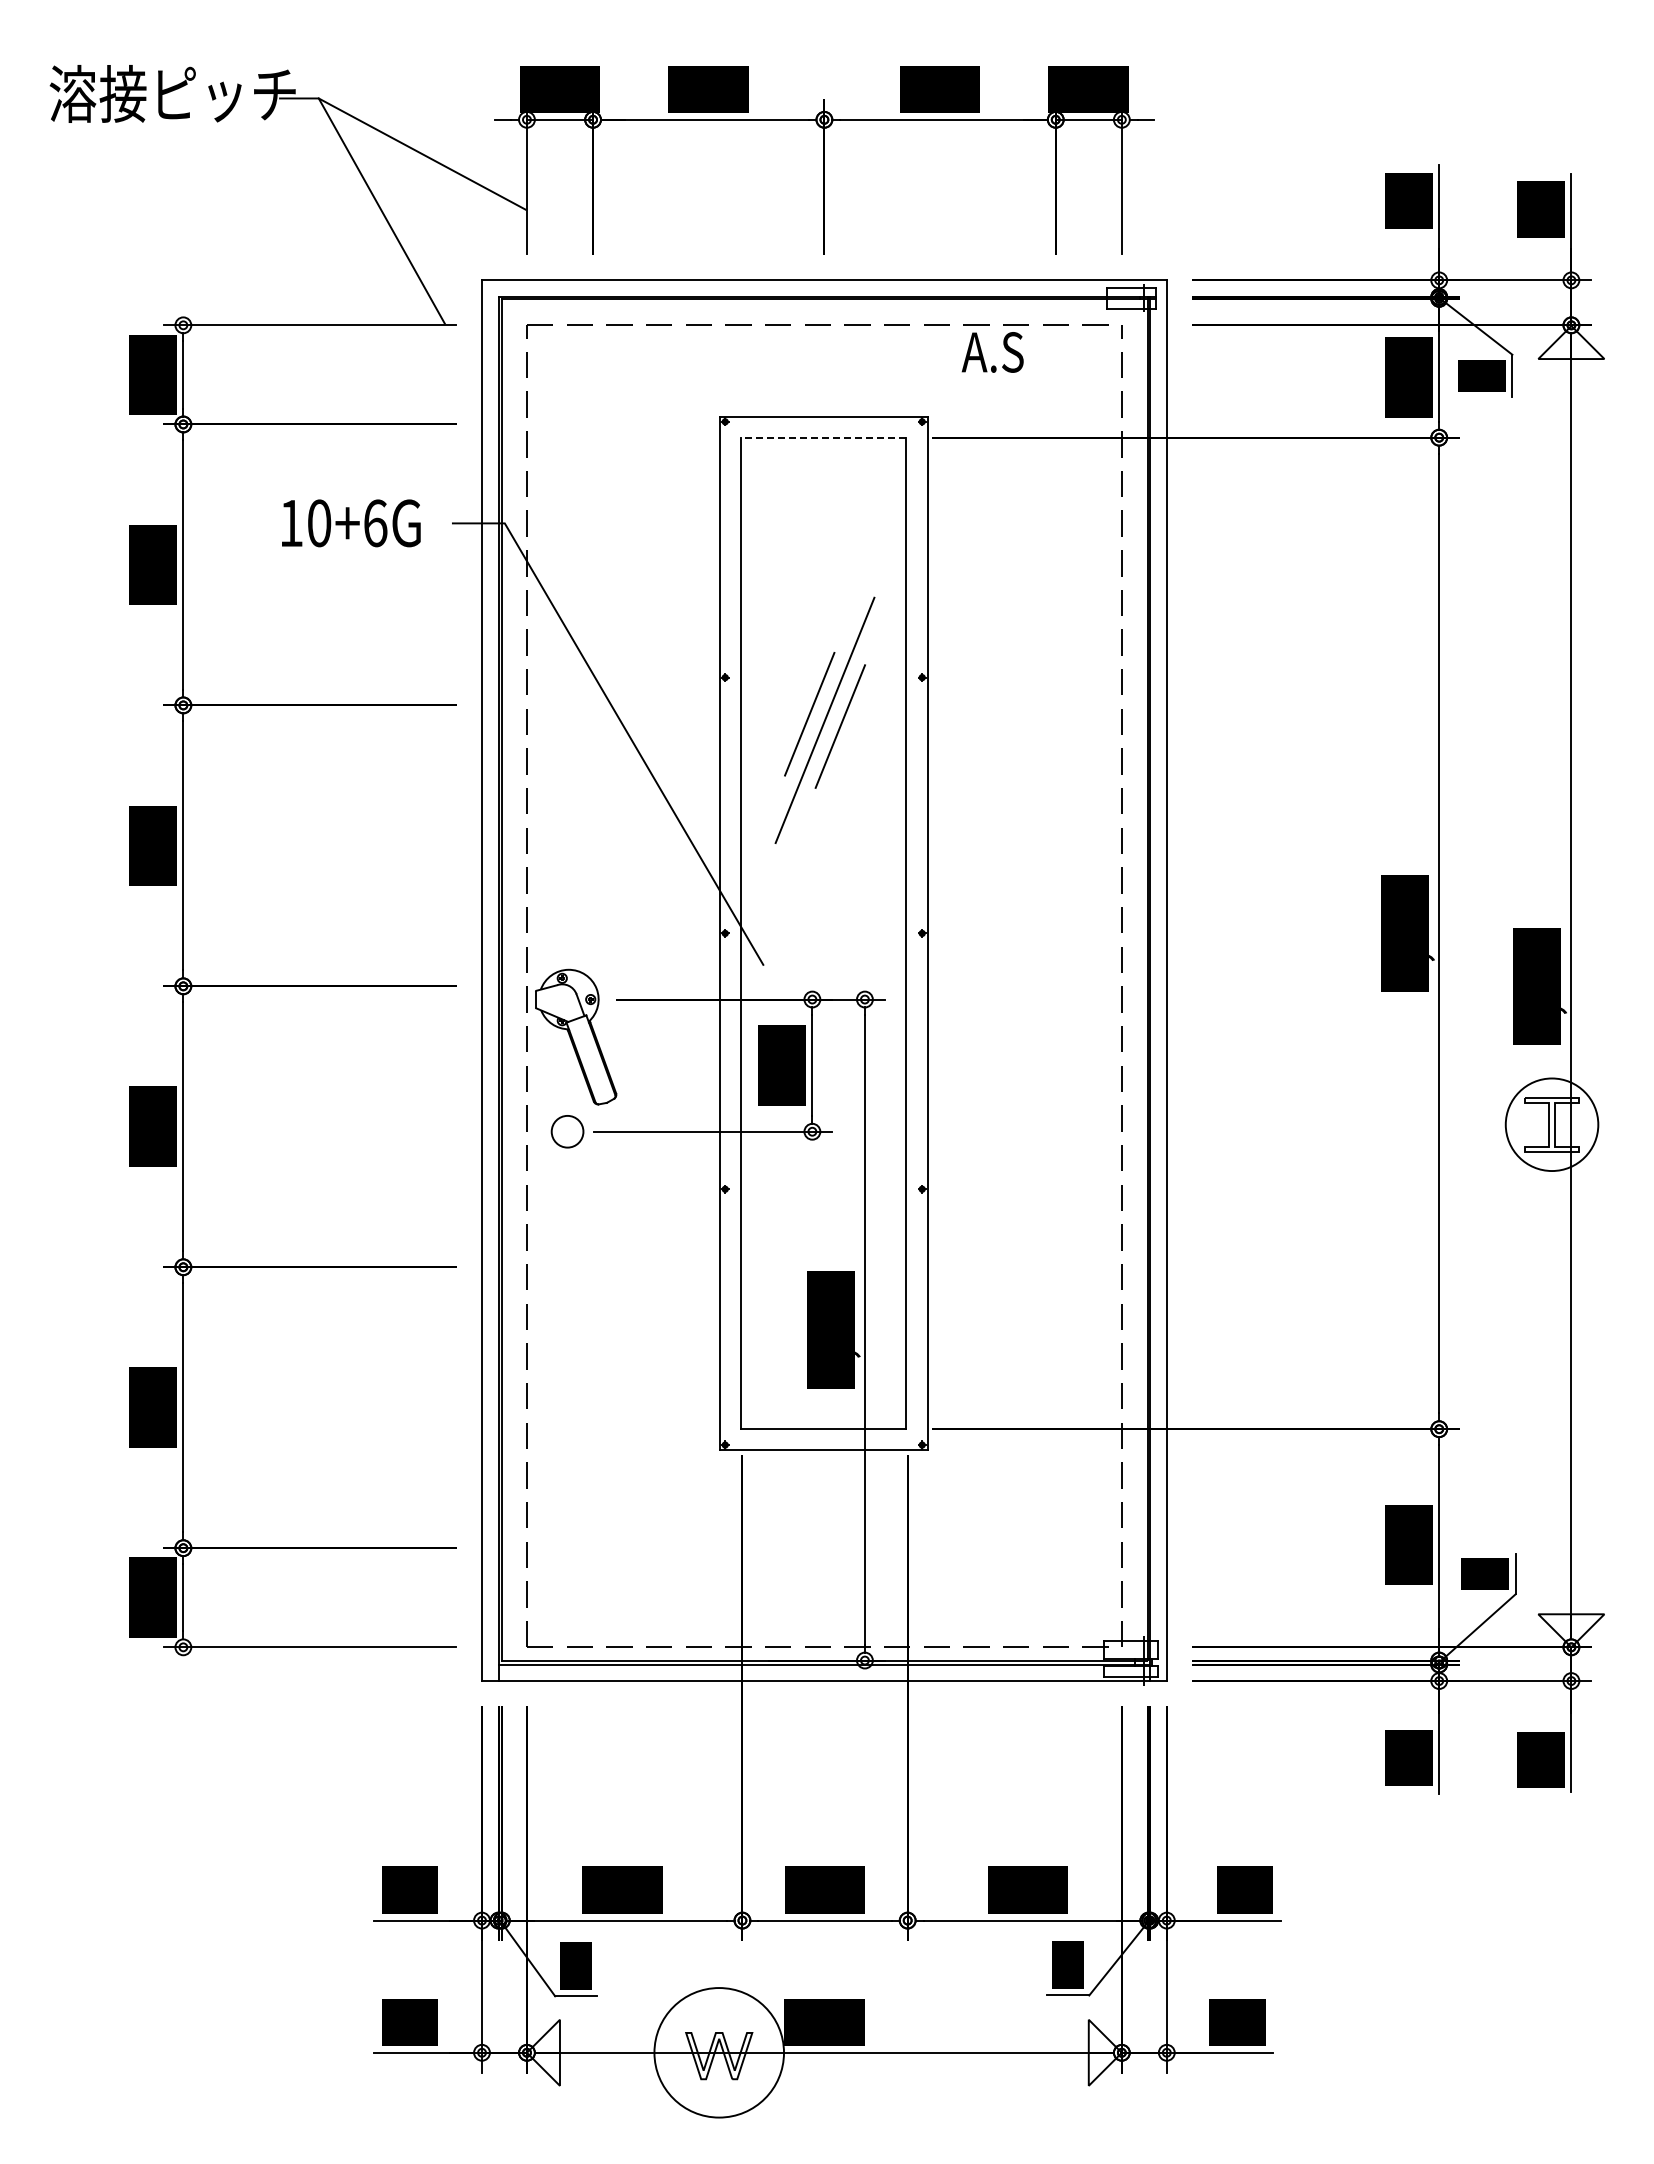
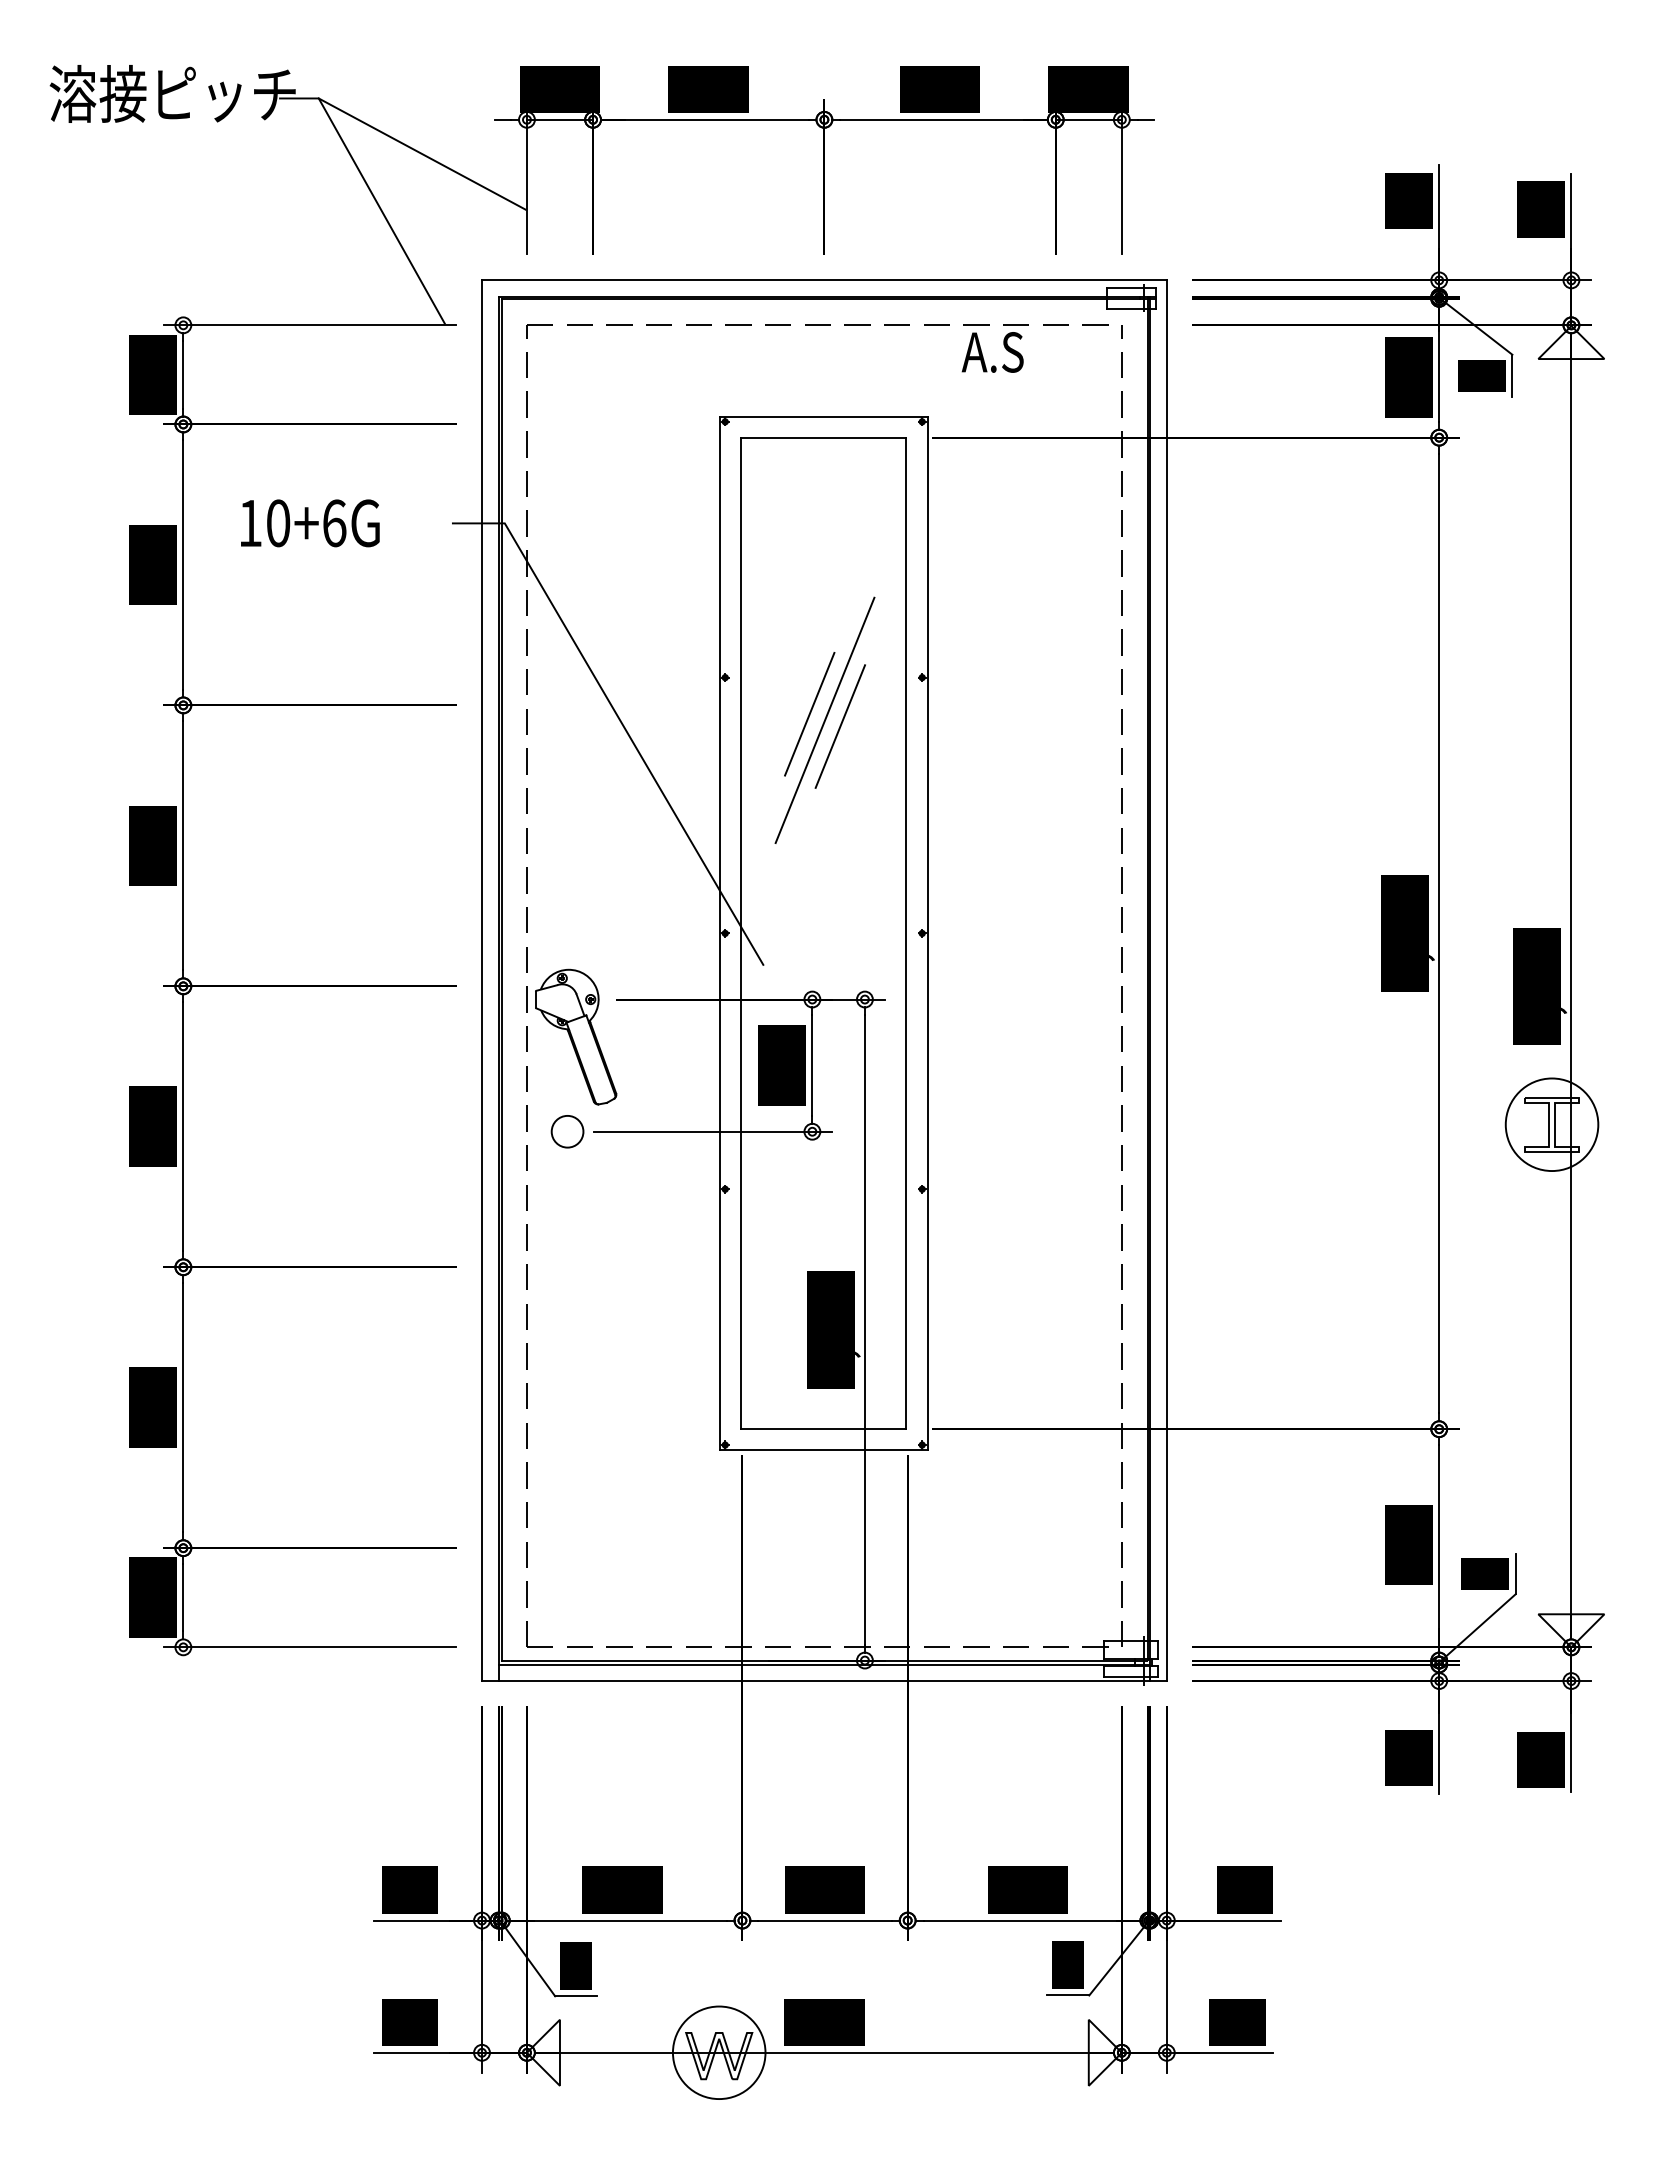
line at (823, 437): dashed -> solid
text at (351, 523) position: (351, 523) -> (310, 523)
circle at (719, 2052) diameter: 130 px -> 93 px
